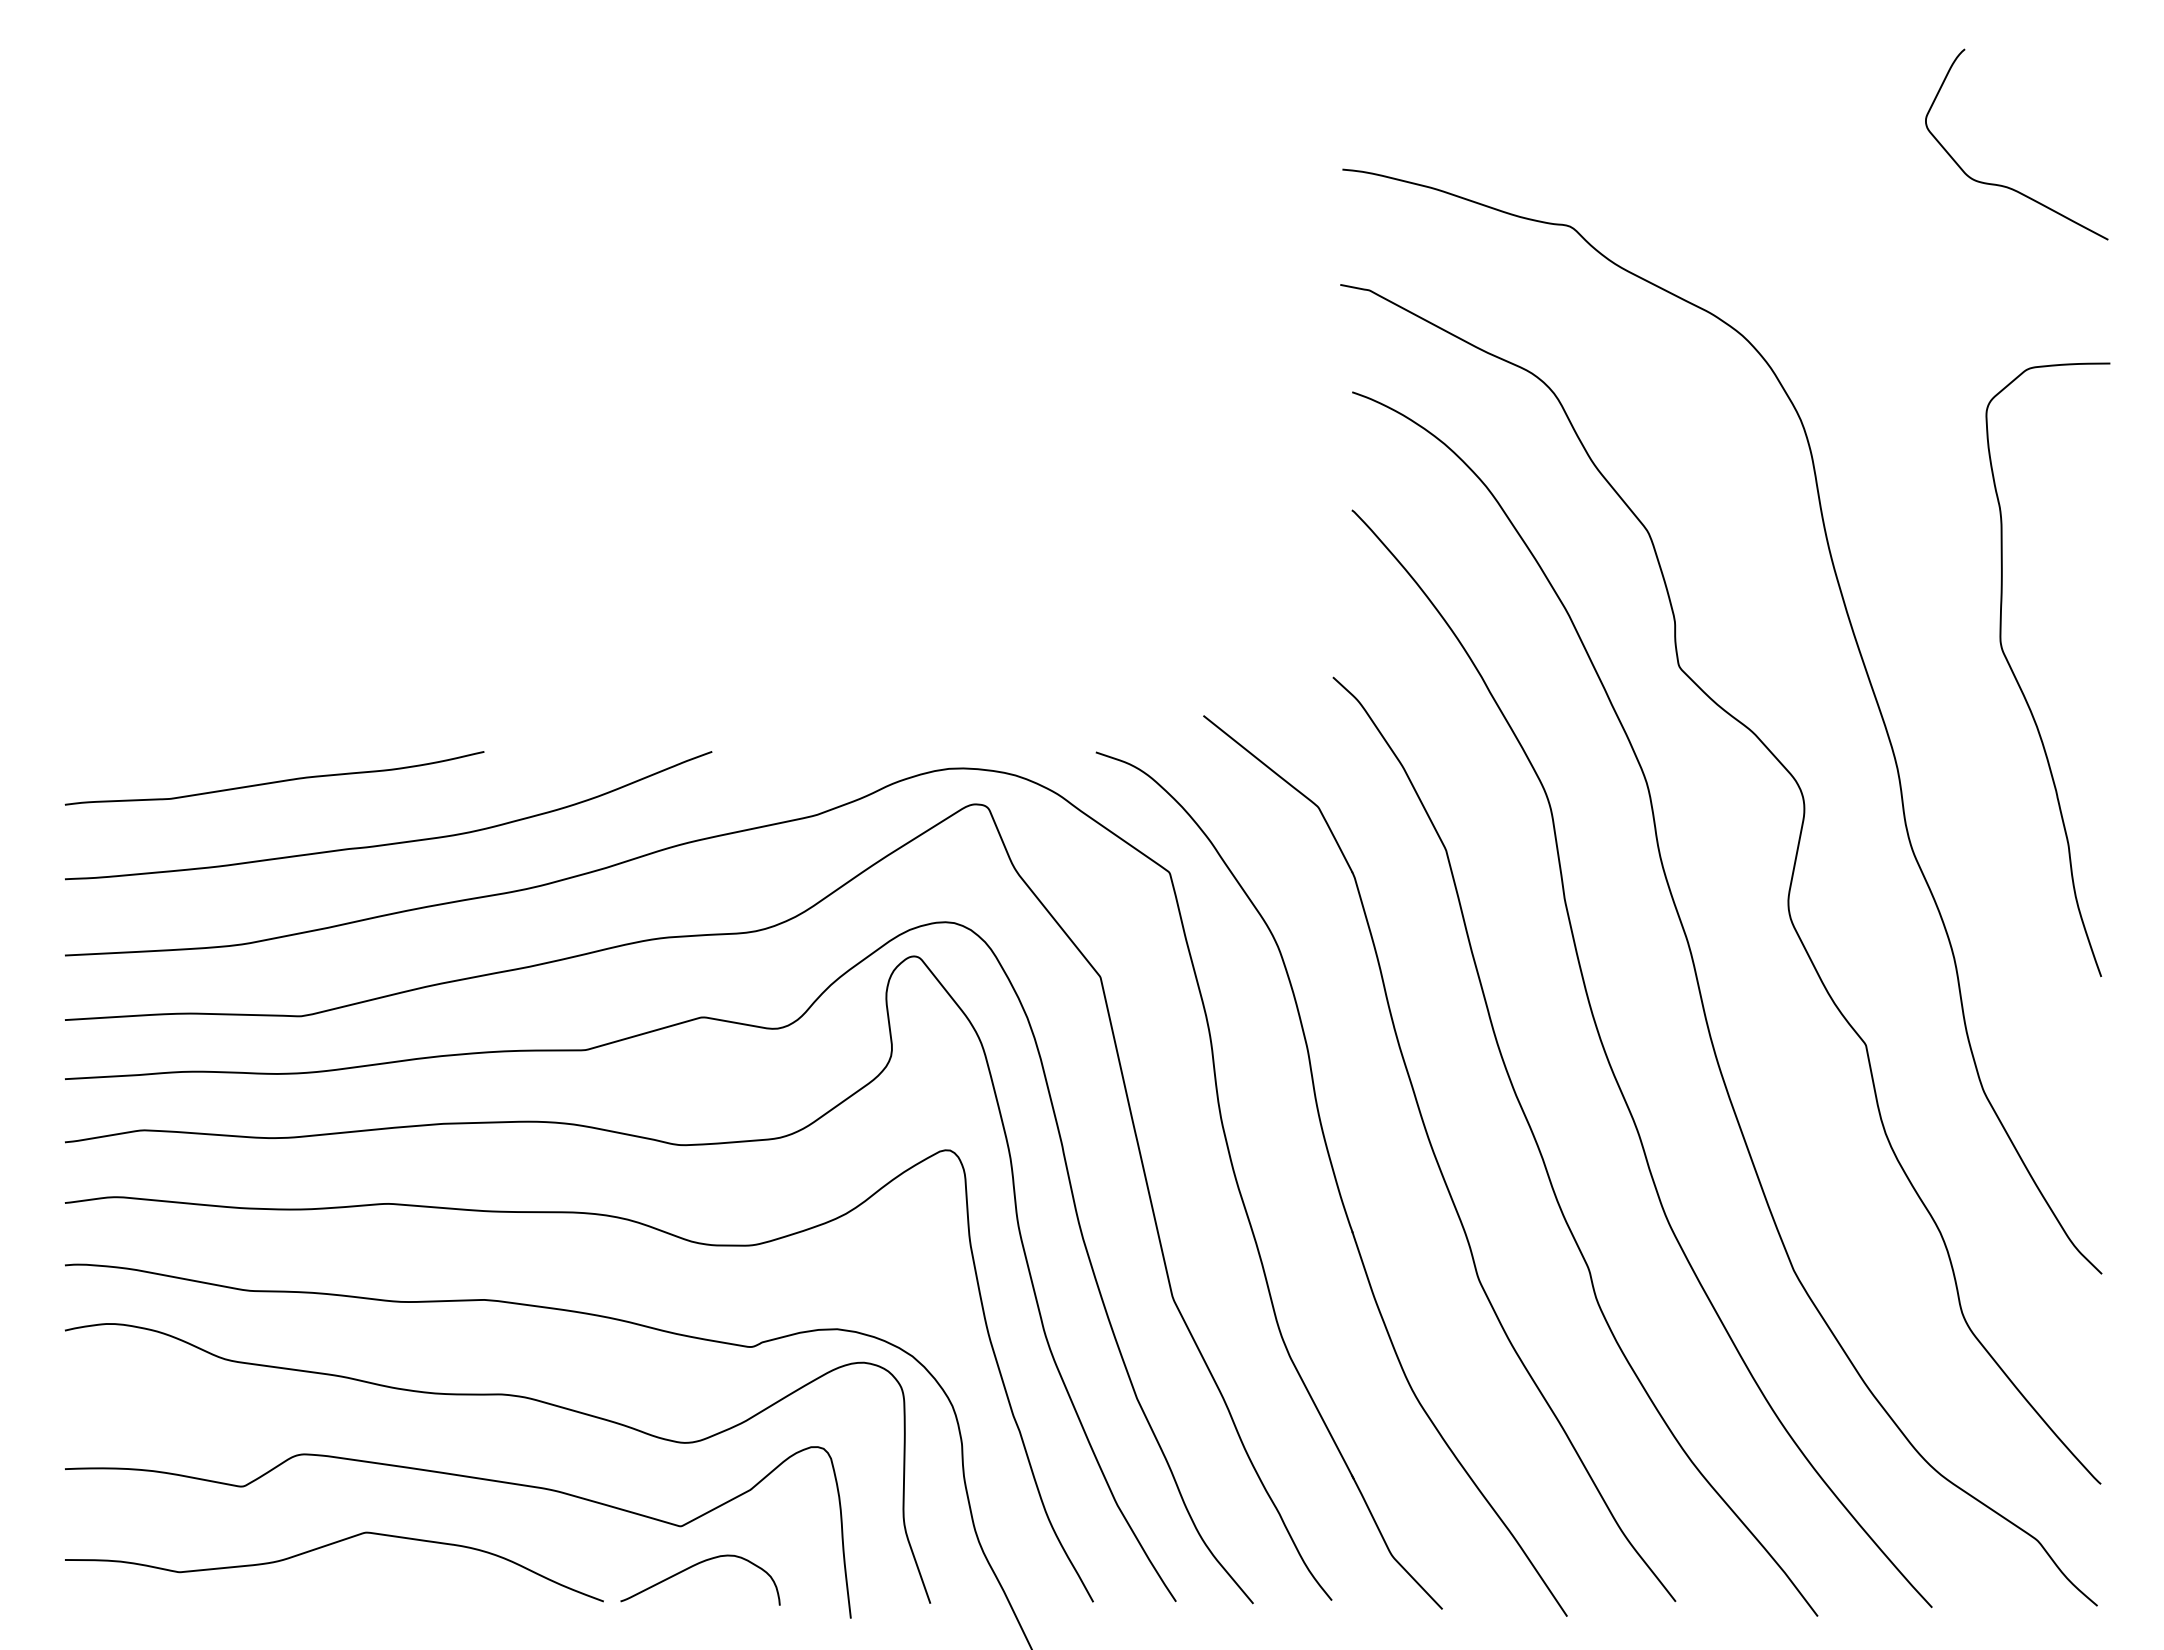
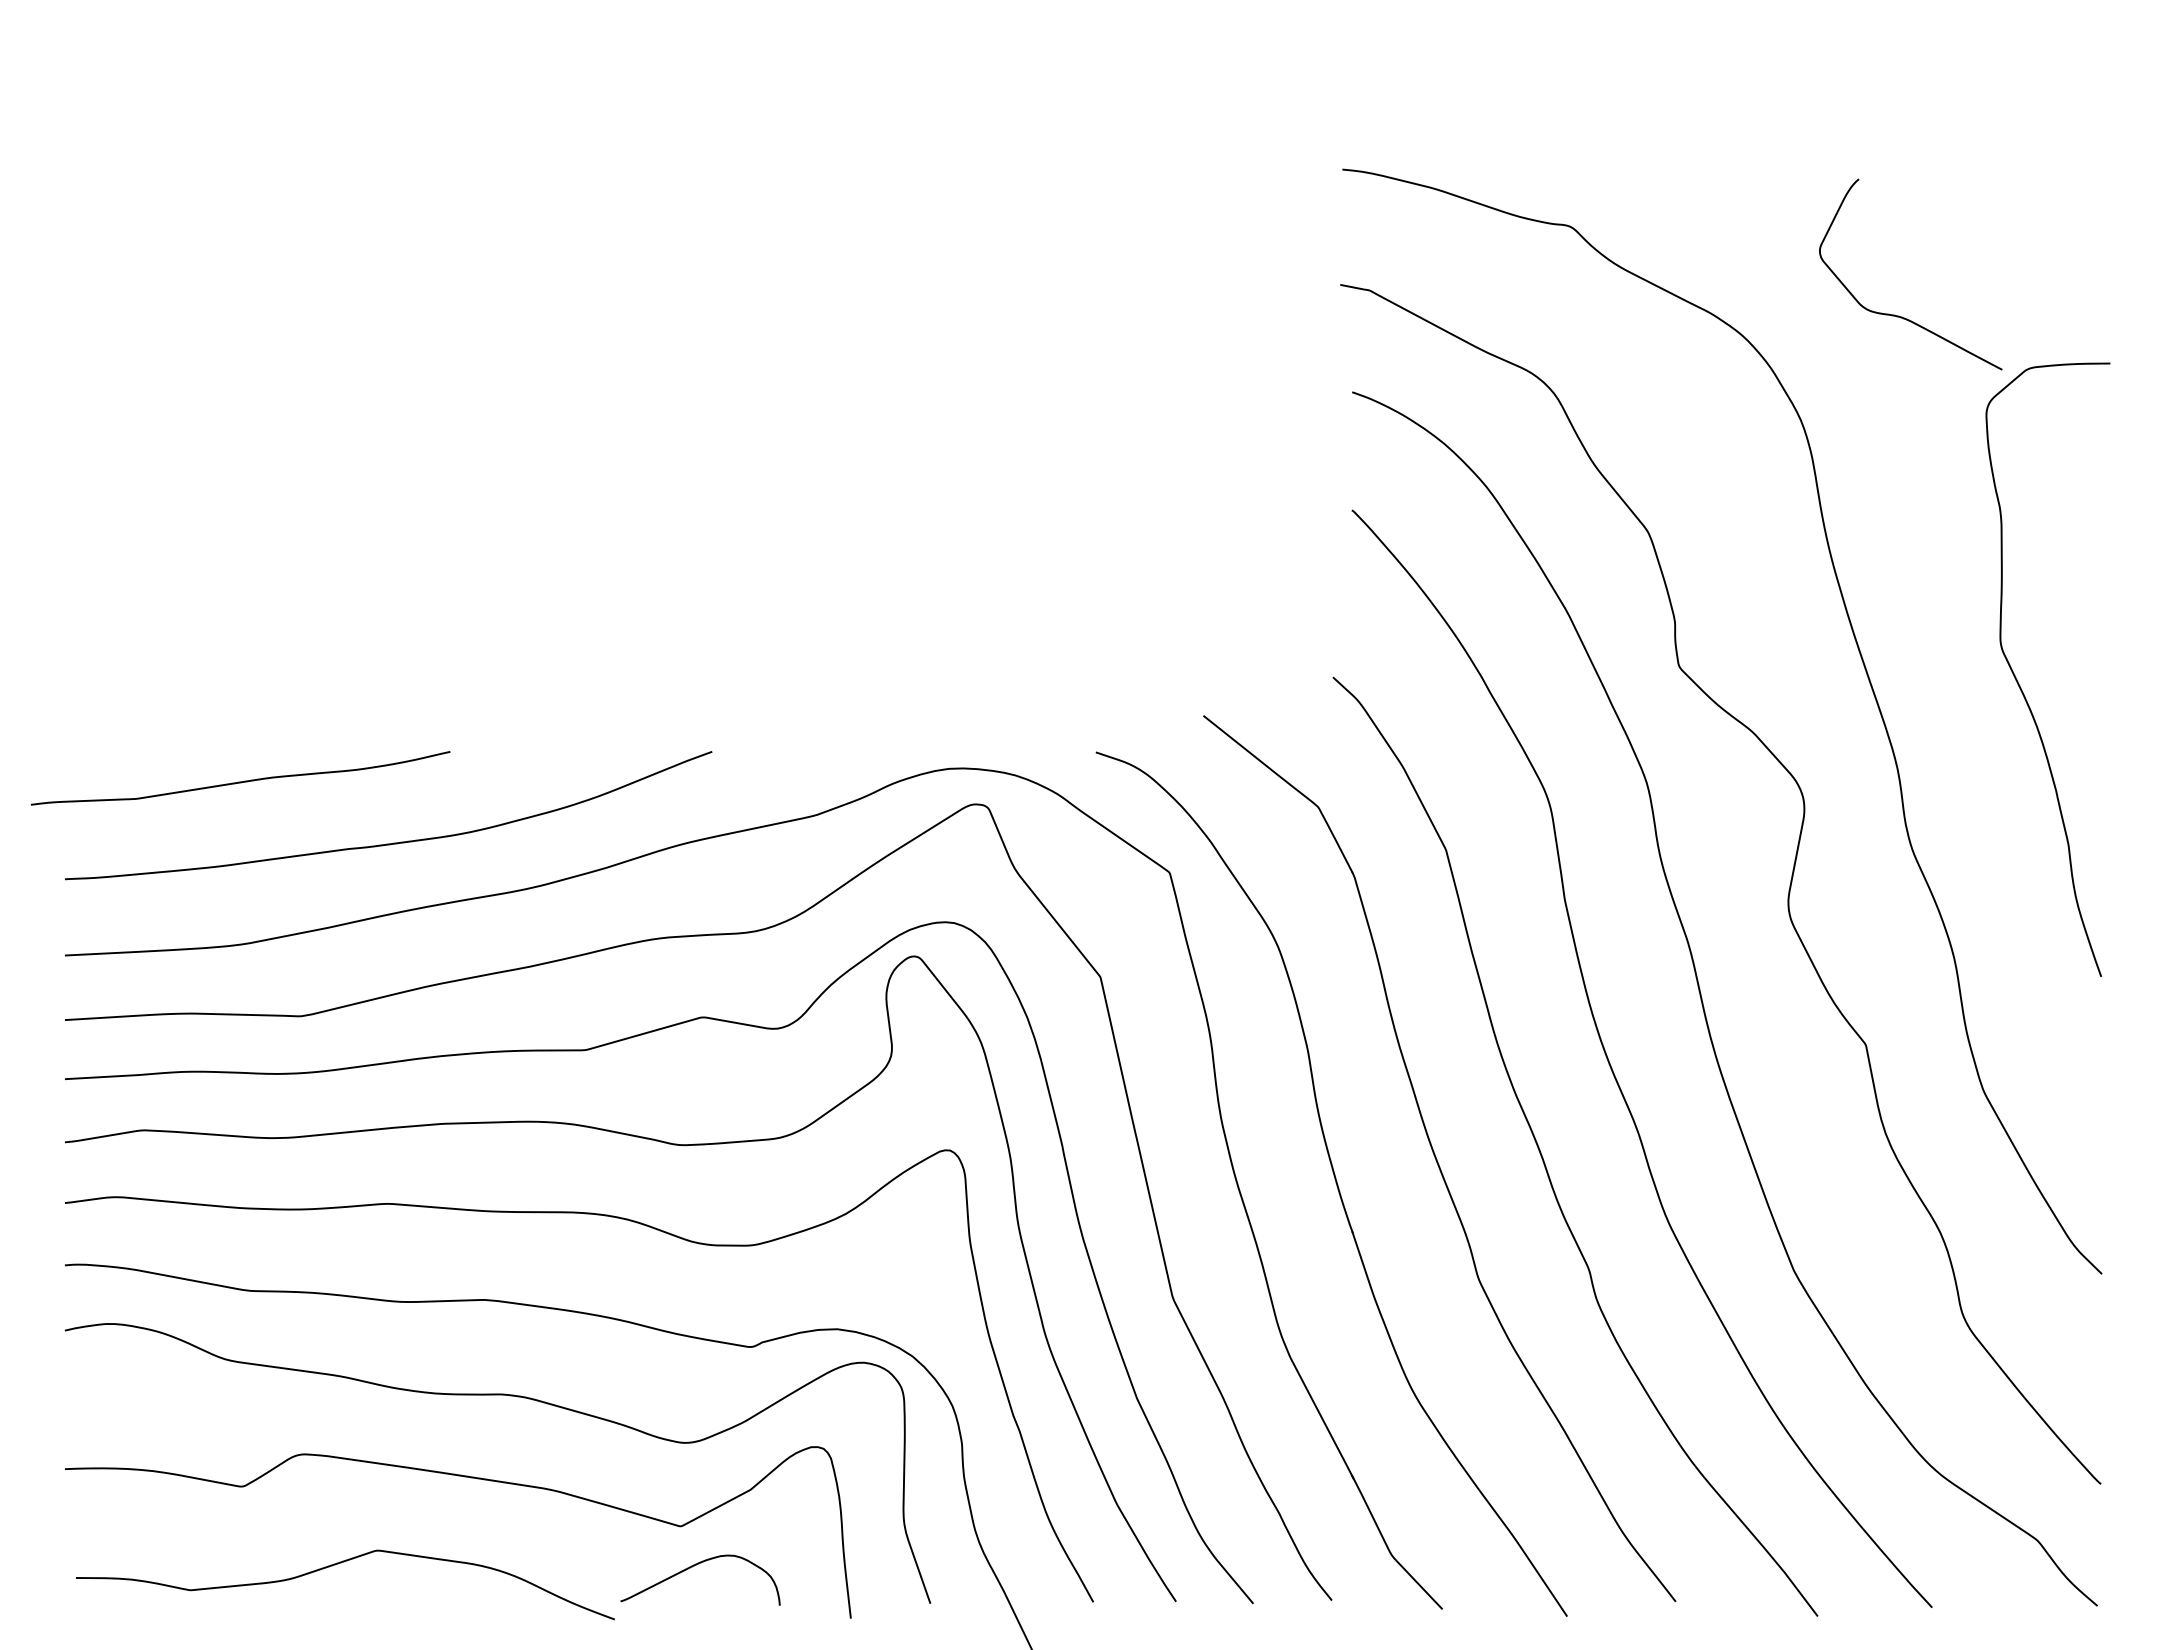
curve at (2004, 185) position: (2004, 185) -> (1898, 315)
curve at (274, 781) position: (274, 781) -> (240, 781)
curve at (327, 1546) position: (327, 1546) -> (338, 1564)
